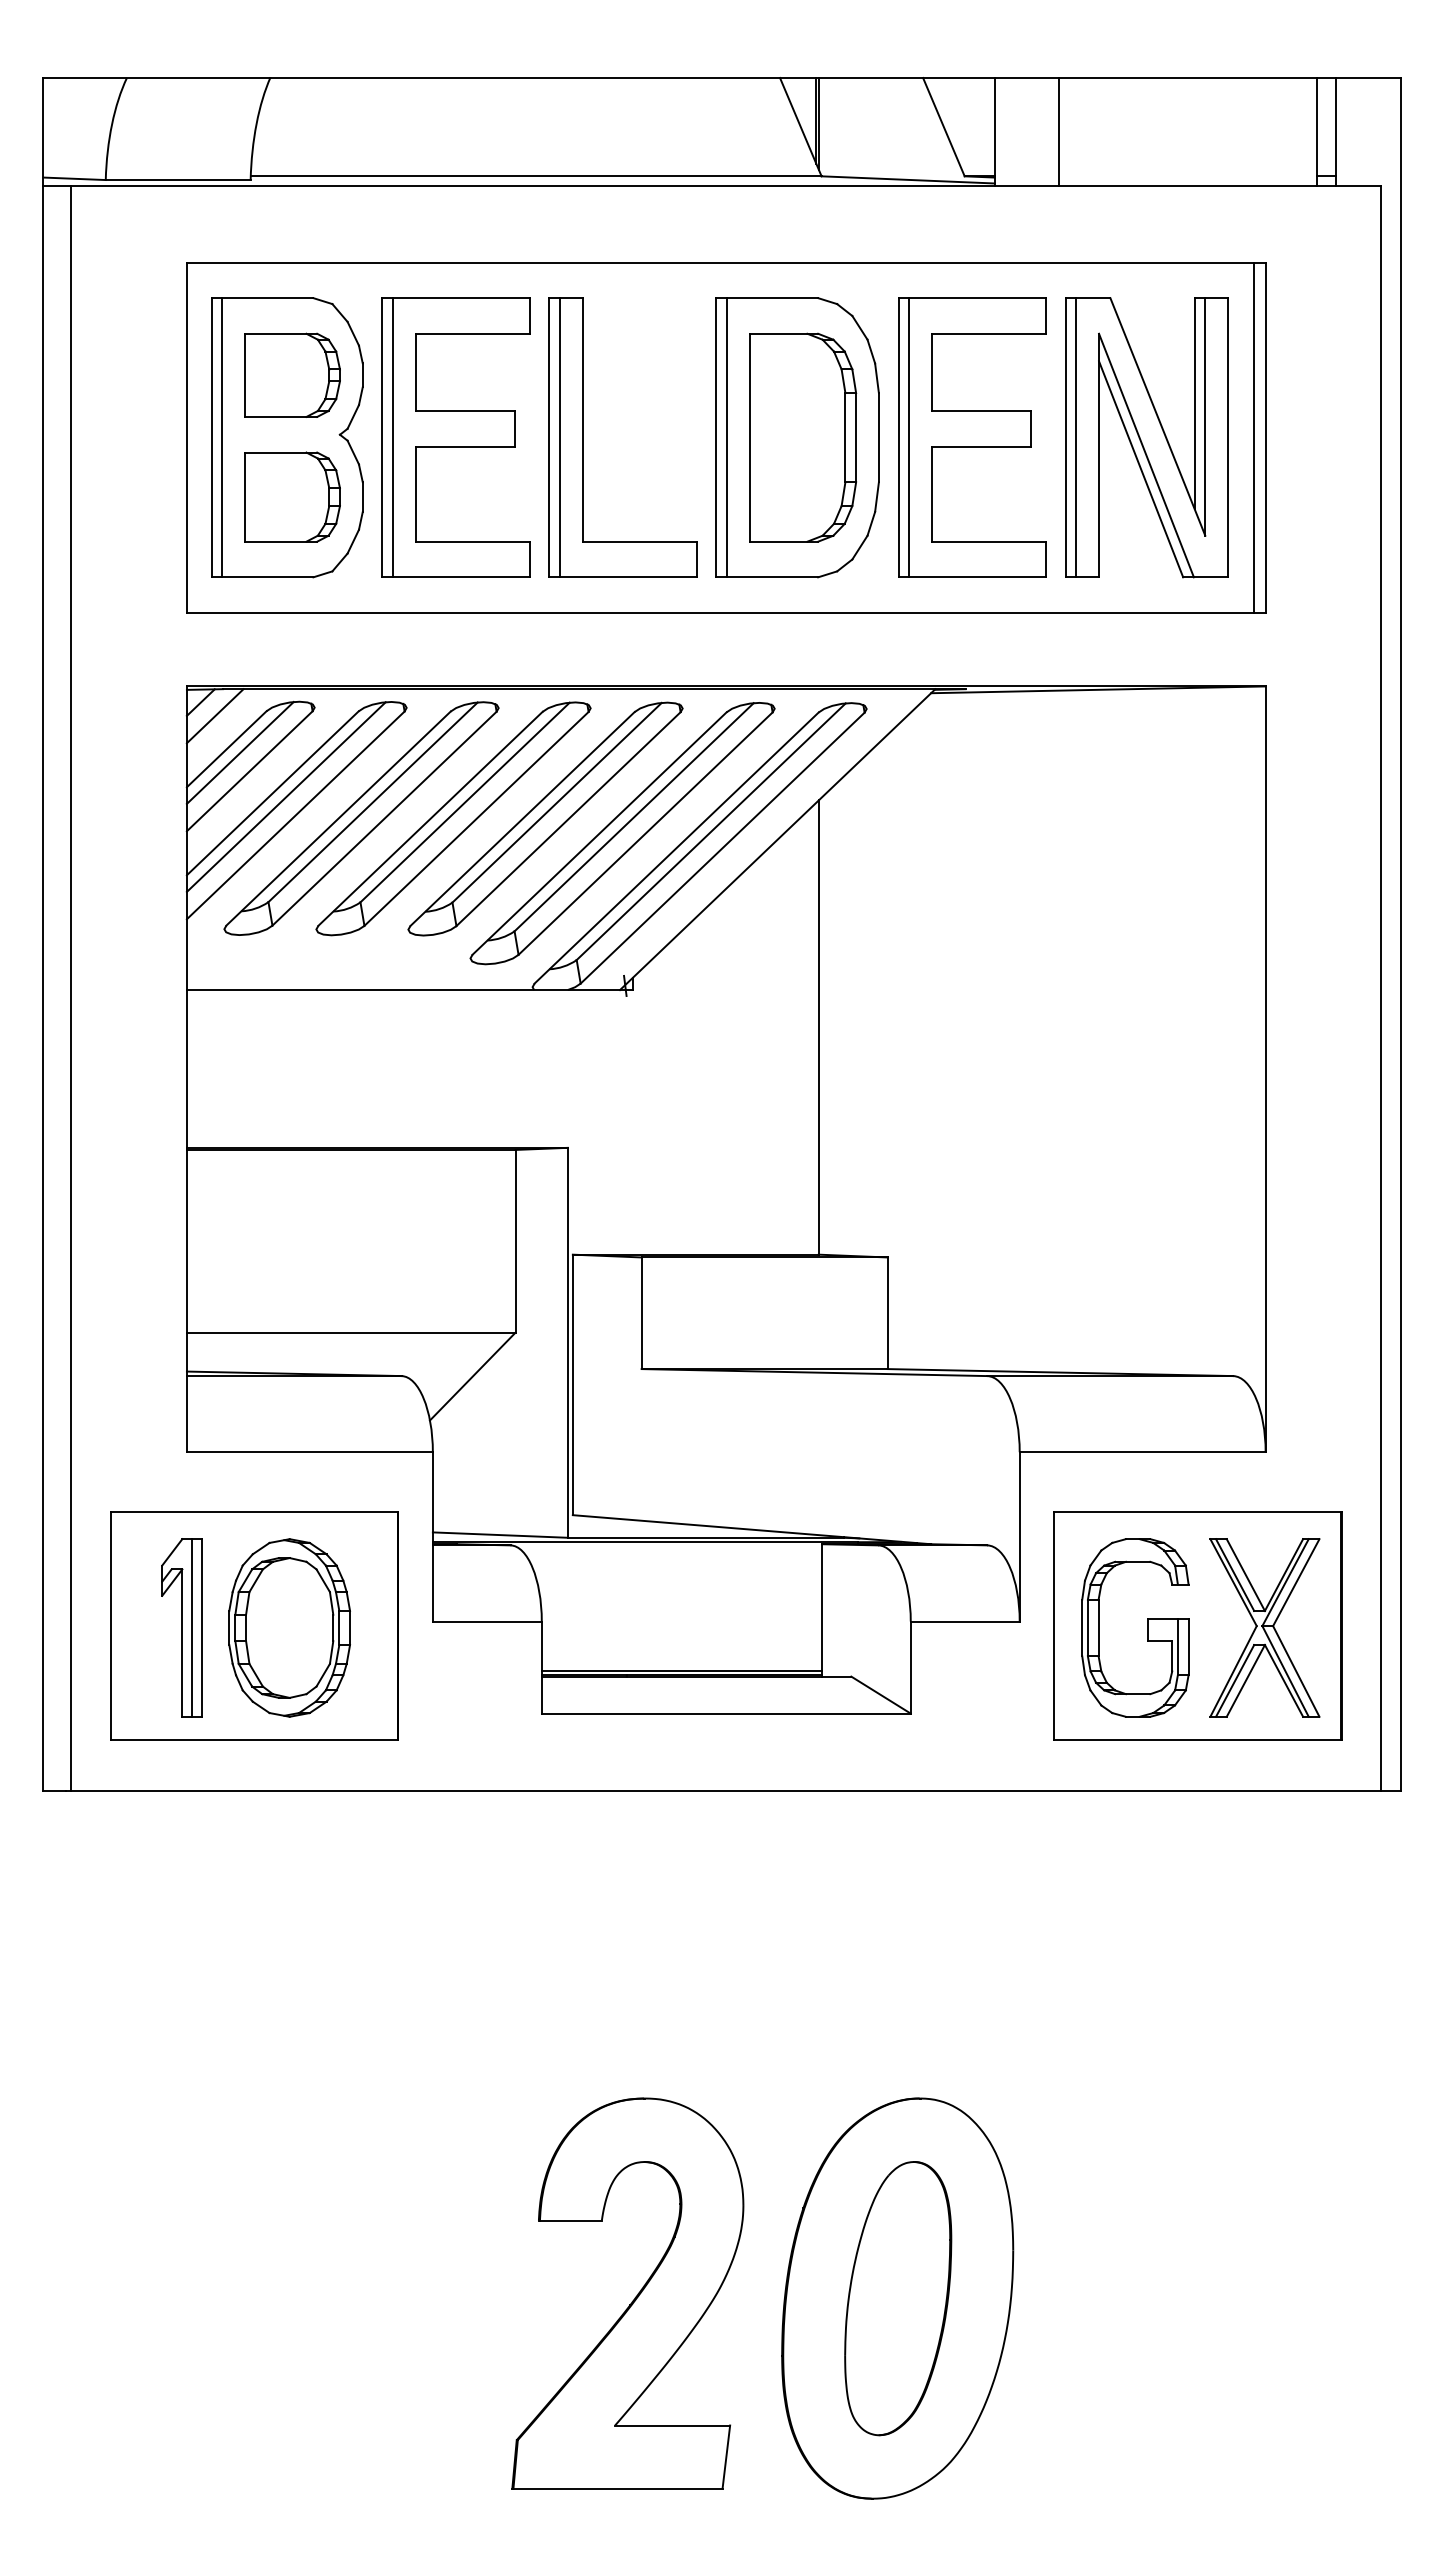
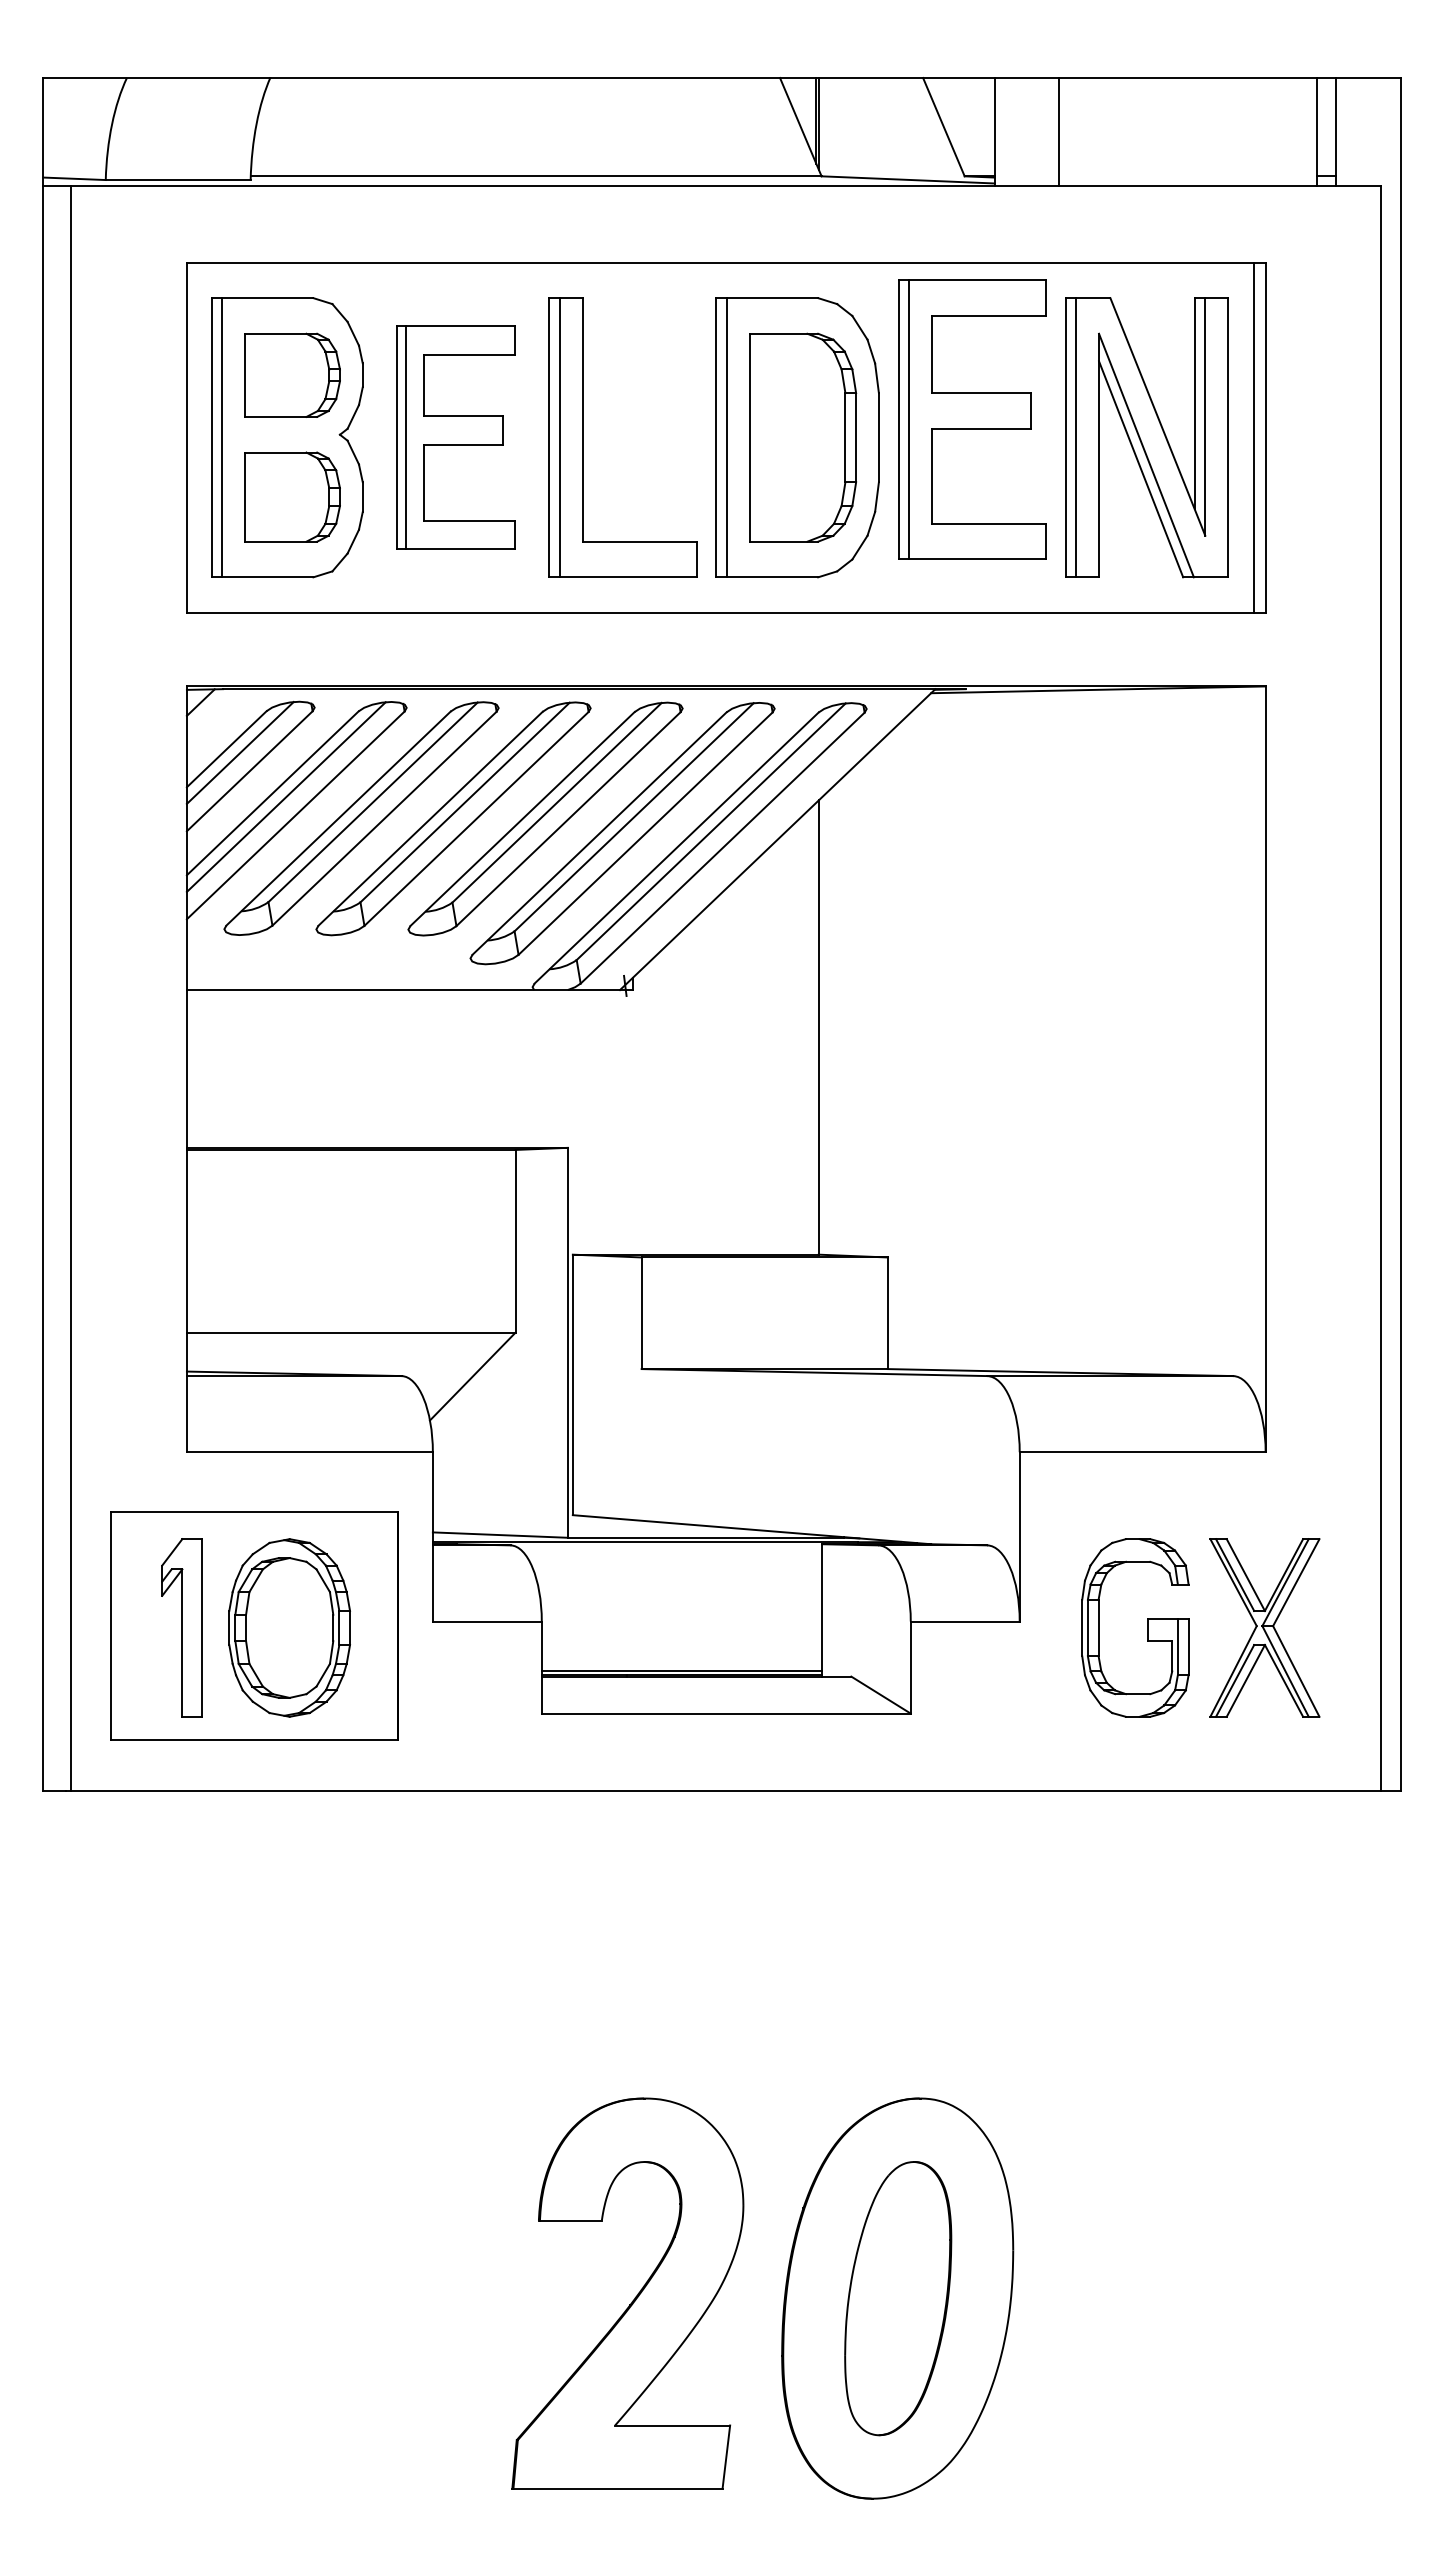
part at (455, 437) size: 150x281 px -> 120x225 px
part at (972, 437) position: (972, 437) -> (972, 419)
line at (214, 716): present -> none
part at (1197, 1625): present -> none
line at (191, 1627): present -> none
